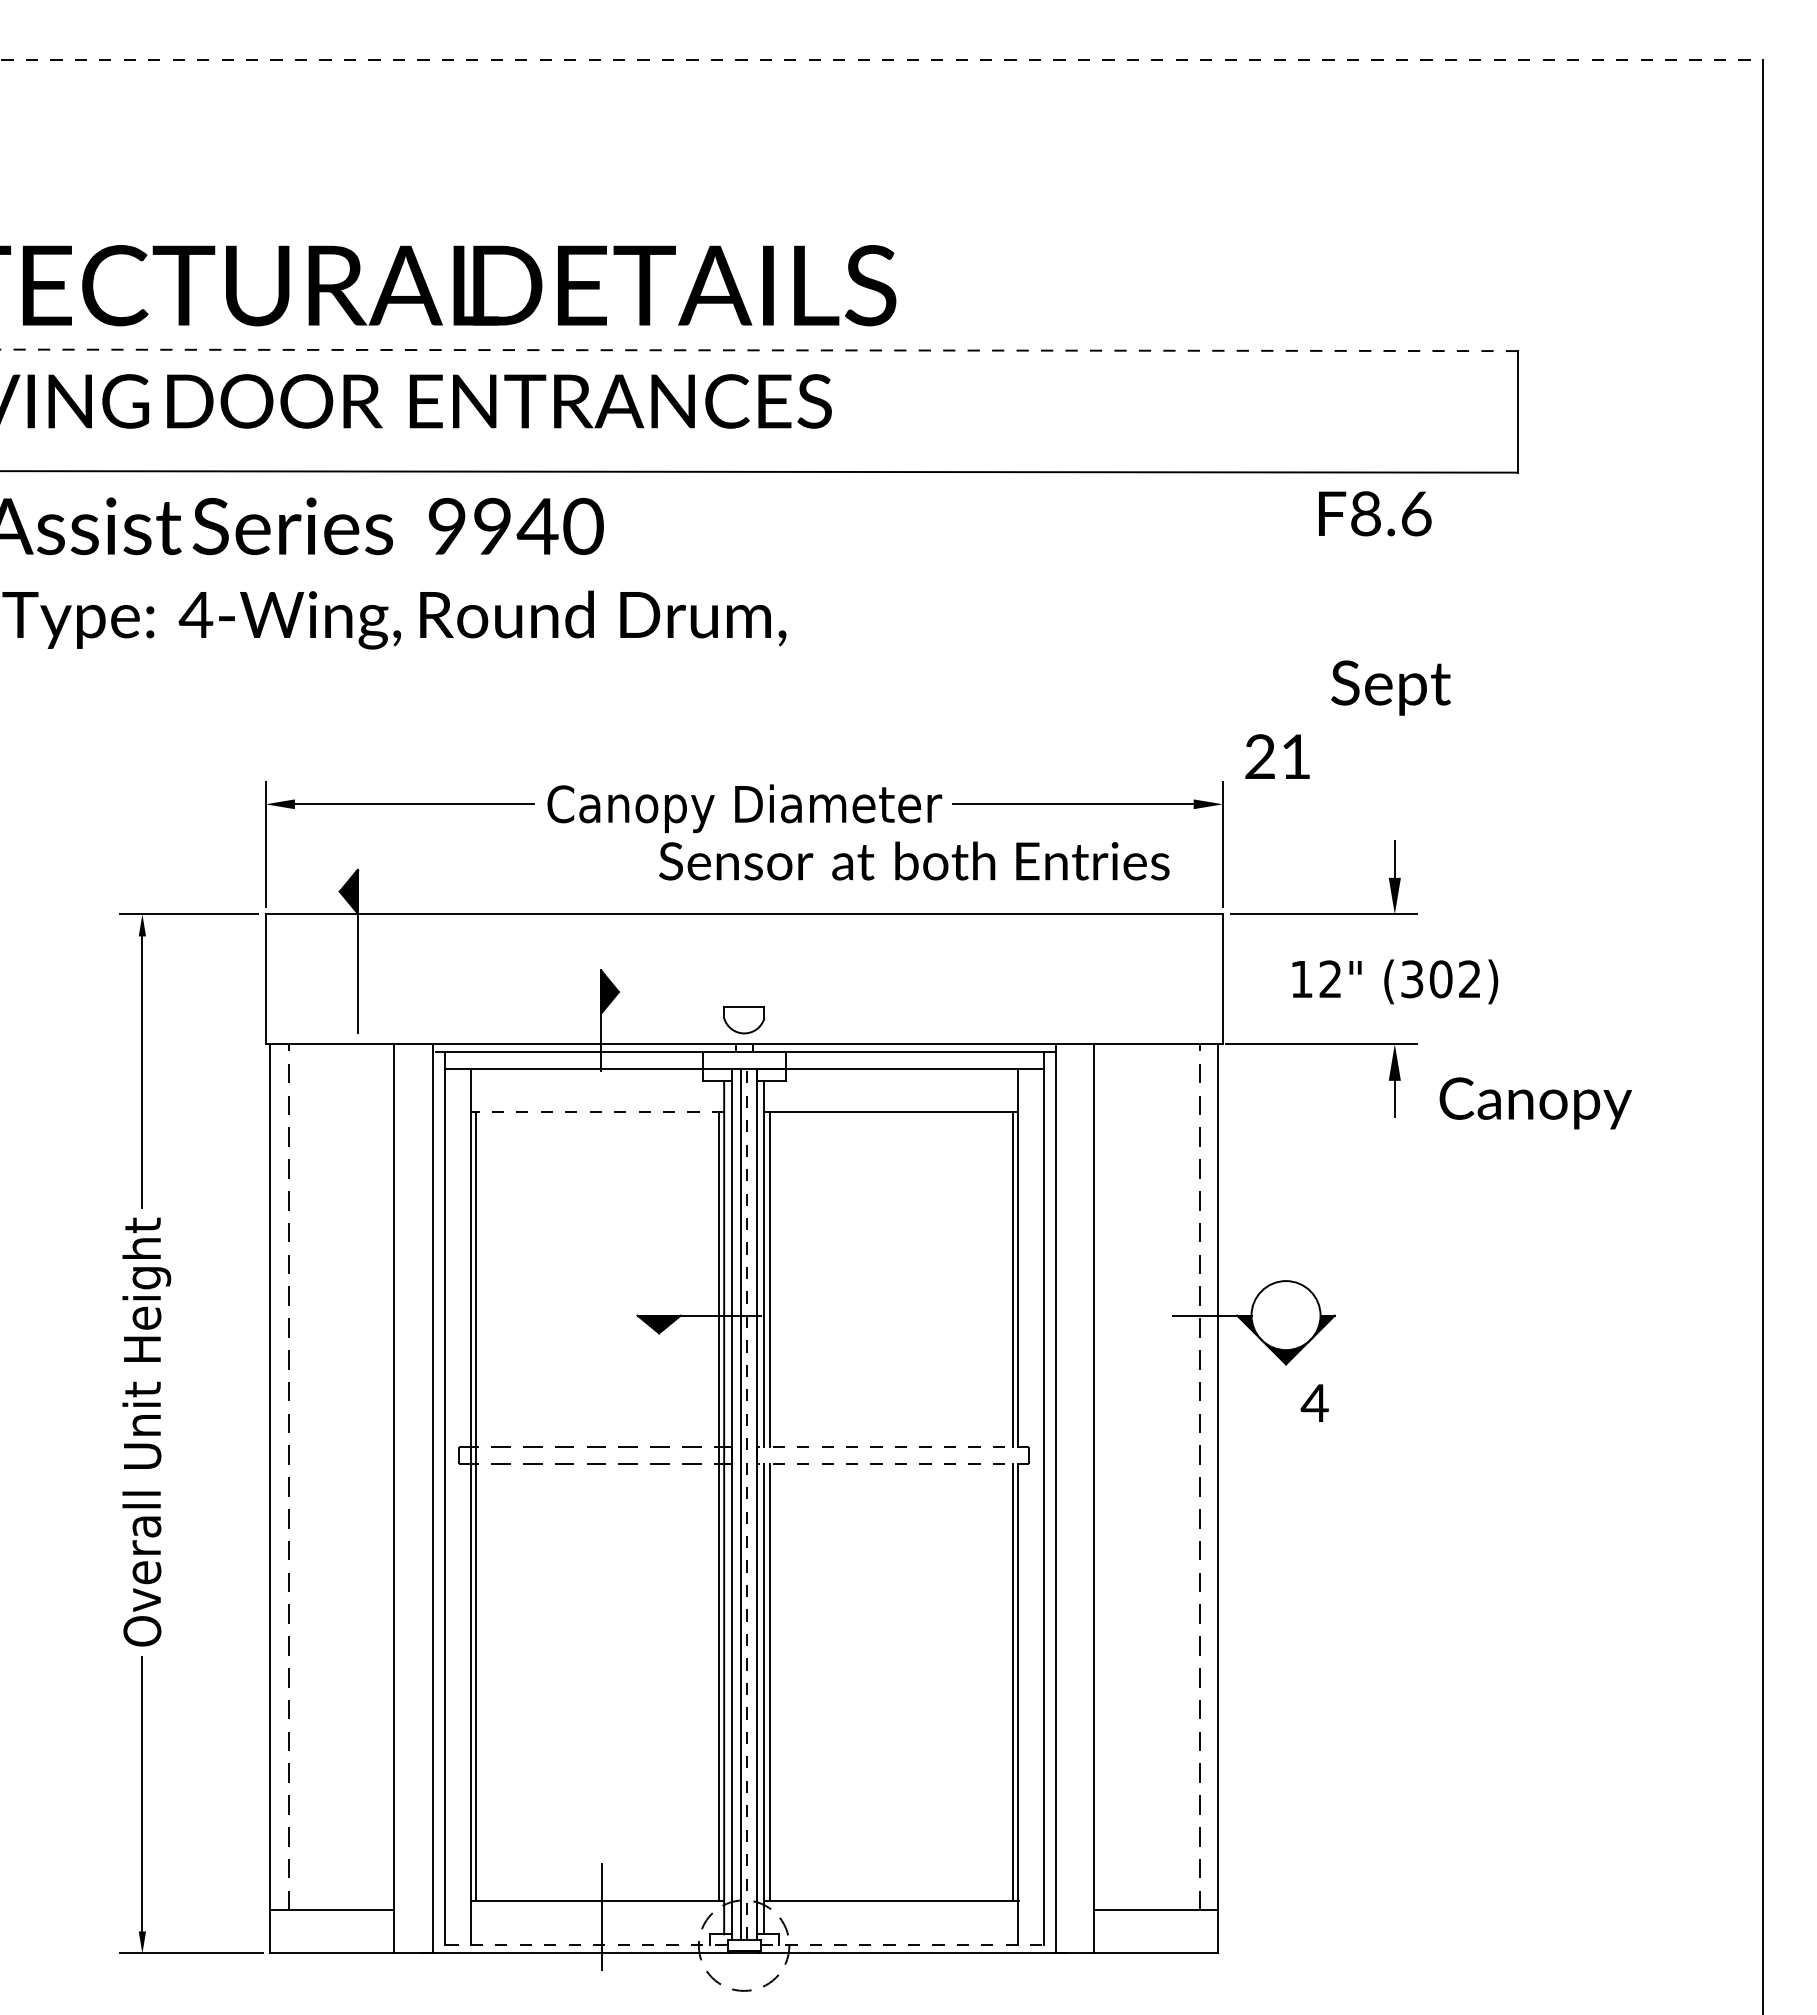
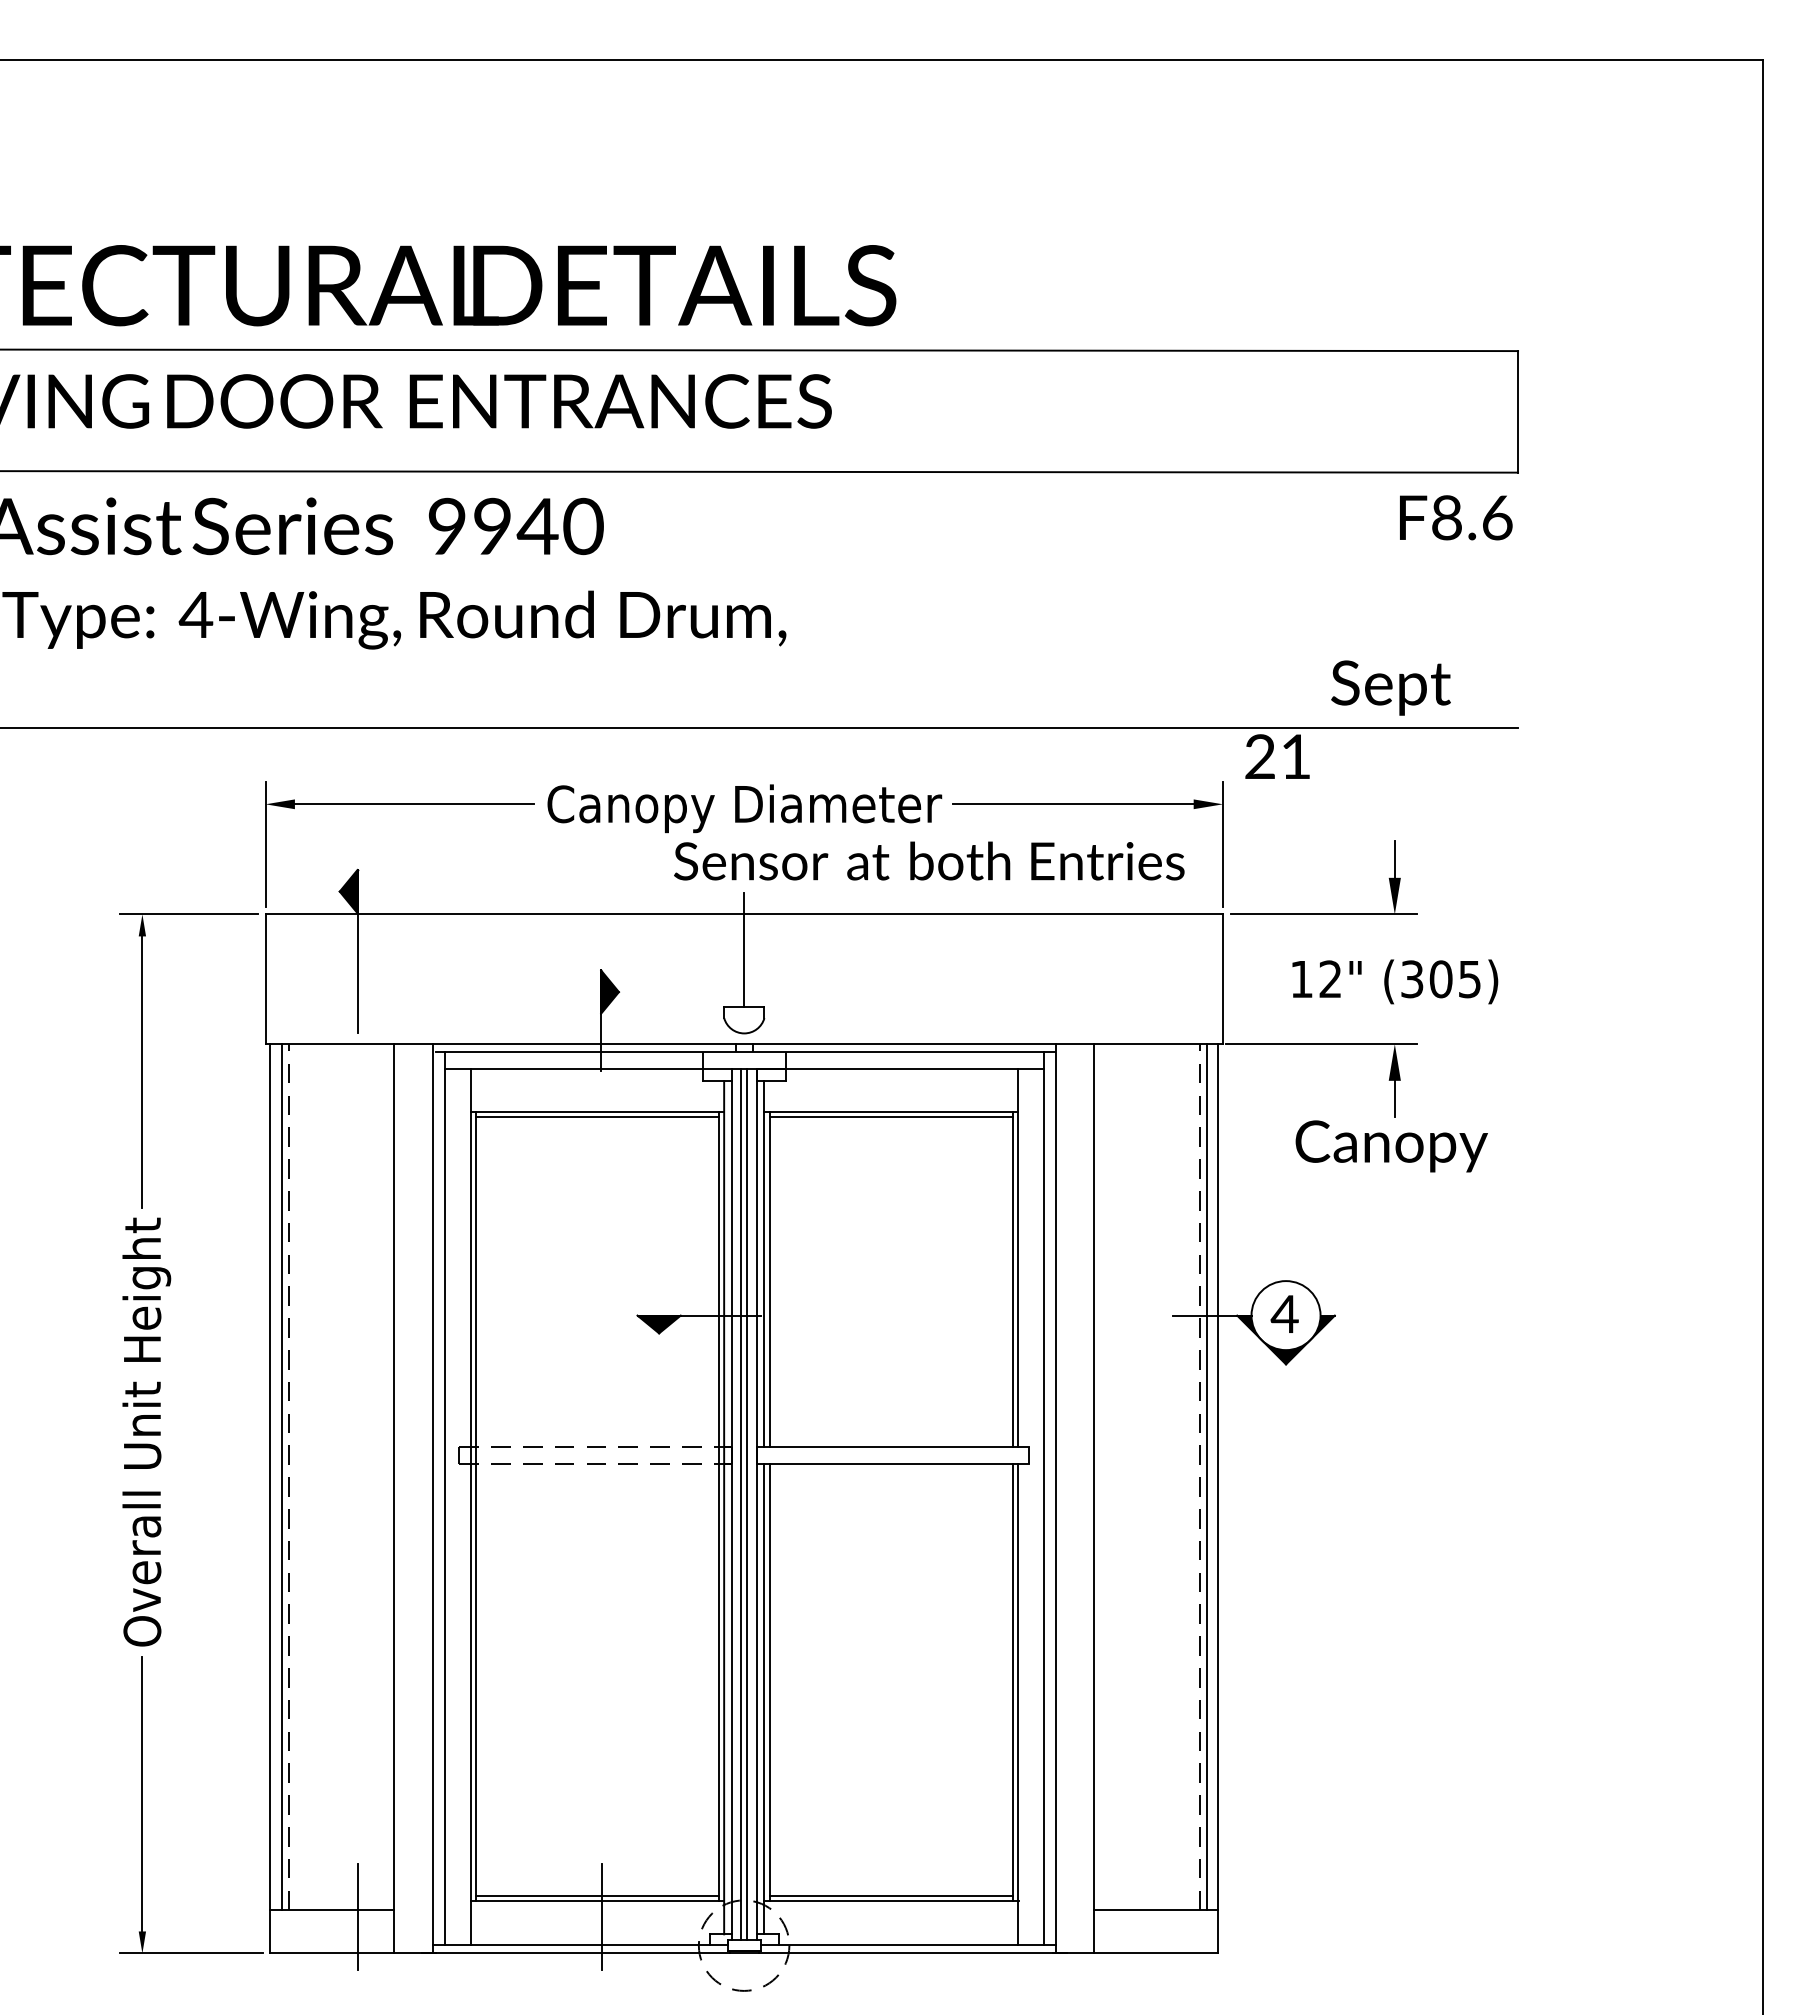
line at (881, 60): dashed -> solid
line at (759, 350): dashed -> solid
text at (1375, 513) position: (1375, 513) -> (1456, 517)
line at (760, 728): none -> present
text at (914, 860) position: (914, 860) -> (929, 860)
line at (744, 949): none -> present
text at (1469, 979): (302) -> (305)
text at (1535, 1103) position: (1535, 1103) -> (1391, 1146)
line at (597, 1111): dashed -> solid
line at (597, 1117): none -> present
line at (890, 1117): none -> present
text at (1314, 1402) position: (1314, 1402) -> (1284, 1313)
line at (892, 1447): dashed -> solid
line at (892, 1463): dashed -> solid
line at (281, 1477): none -> present
line at (1206, 1477): none -> present
line at (747, 1503): dashed -> solid
line at (597, 1895): none -> present
line at (891, 1895): none -> present
line at (357, 1916): none -> present
line at (579, 1944): dashed -> solid
line at (908, 1944): dashed -> solid
